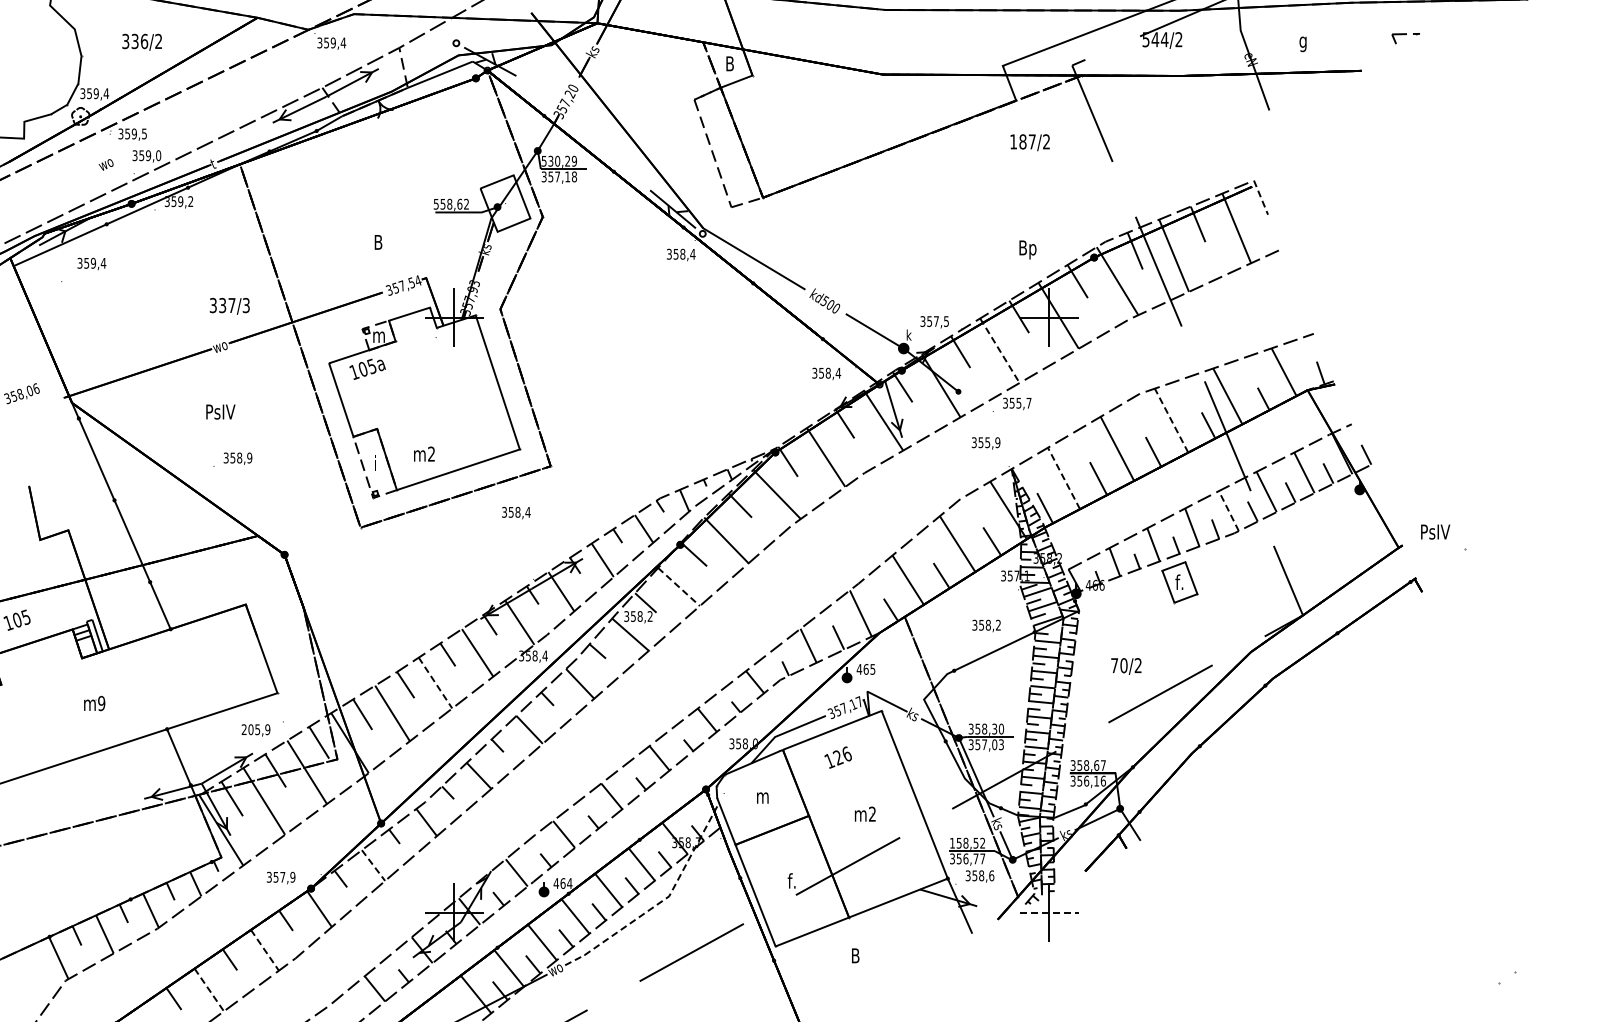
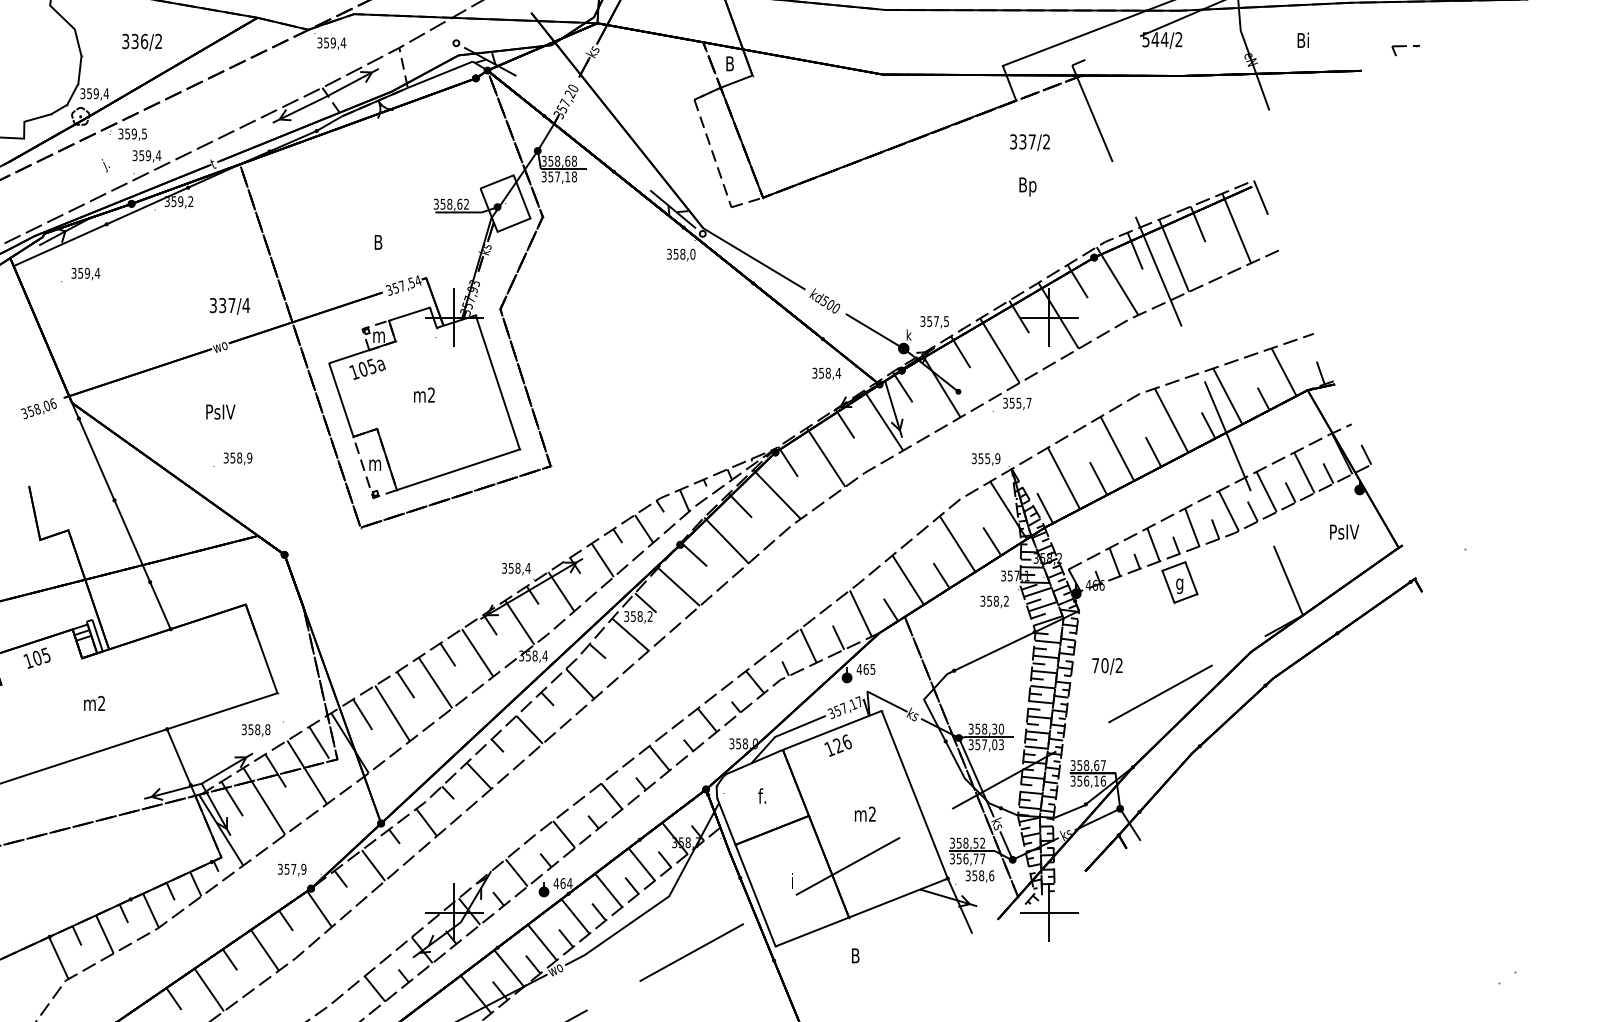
part at (1405, 38) position: (1405, 38) -> (1405, 50)
text at (1302, 42): g -> Bi
text at (1018, 141): 187/2 -> 337/2
text at (158, 155): 359,0 -> 359,4
text at (559, 160): 530,29 -> 358,68
text at (105, 165): wo -> j.
line at (1261, 197): dashed -> solid
text at (436, 203): 558,62 -> 358,62
text at (1027, 249) position: (1027, 249) -> (1027, 186)
text at (692, 253): 358,4 -> 358,0
text at (91, 263) position: (91, 263) -> (85, 273)
text at (246, 305): 337/3 -> 337/4
line at (999, 350): dashed -> solid
text at (21, 393) position: (21, 393) -> (38, 408)
line at (1171, 420): dashed -> solid
text at (985, 443) position: (985, 443) -> (985, 459)
text at (424, 453) position: (424, 453) -> (424, 394)
text at (375, 462): i -> m
line at (1063, 478): dashed -> solid
line at (1228, 510): dashed -> solid
text at (516, 513) position: (516, 513) -> (516, 569)
text at (1435, 531) position: (1435, 531) -> (1344, 531)
text at (1179, 584): f. -> g
line at (679, 587): dashed -> solid
text at (16, 619) position: (16, 619) -> (36, 657)
text at (986, 625) position: (986, 625) -> (994, 601)
text at (1126, 666) position: (1126, 666) -> (1107, 666)
line at (435, 683): dashed -> solid
text at (101, 703): m9 -> m2
text at (255, 729): 205,9 -> 358,8
text at (837, 757) position: (837, 757) -> (837, 745)
text at (762, 795): m -> f.
text at (952, 842): 158,52 -> 358,52
line at (373, 865): dashed -> solid
text at (280, 877) position: (280, 877) -> (291, 869)
text at (791, 880): f. -> i
line at (661, 902): dashed -> solid
line at (1049, 912): dashed -> solid
line at (264, 950): dashed -> solid
line at (209, 990): dashed -> solid
